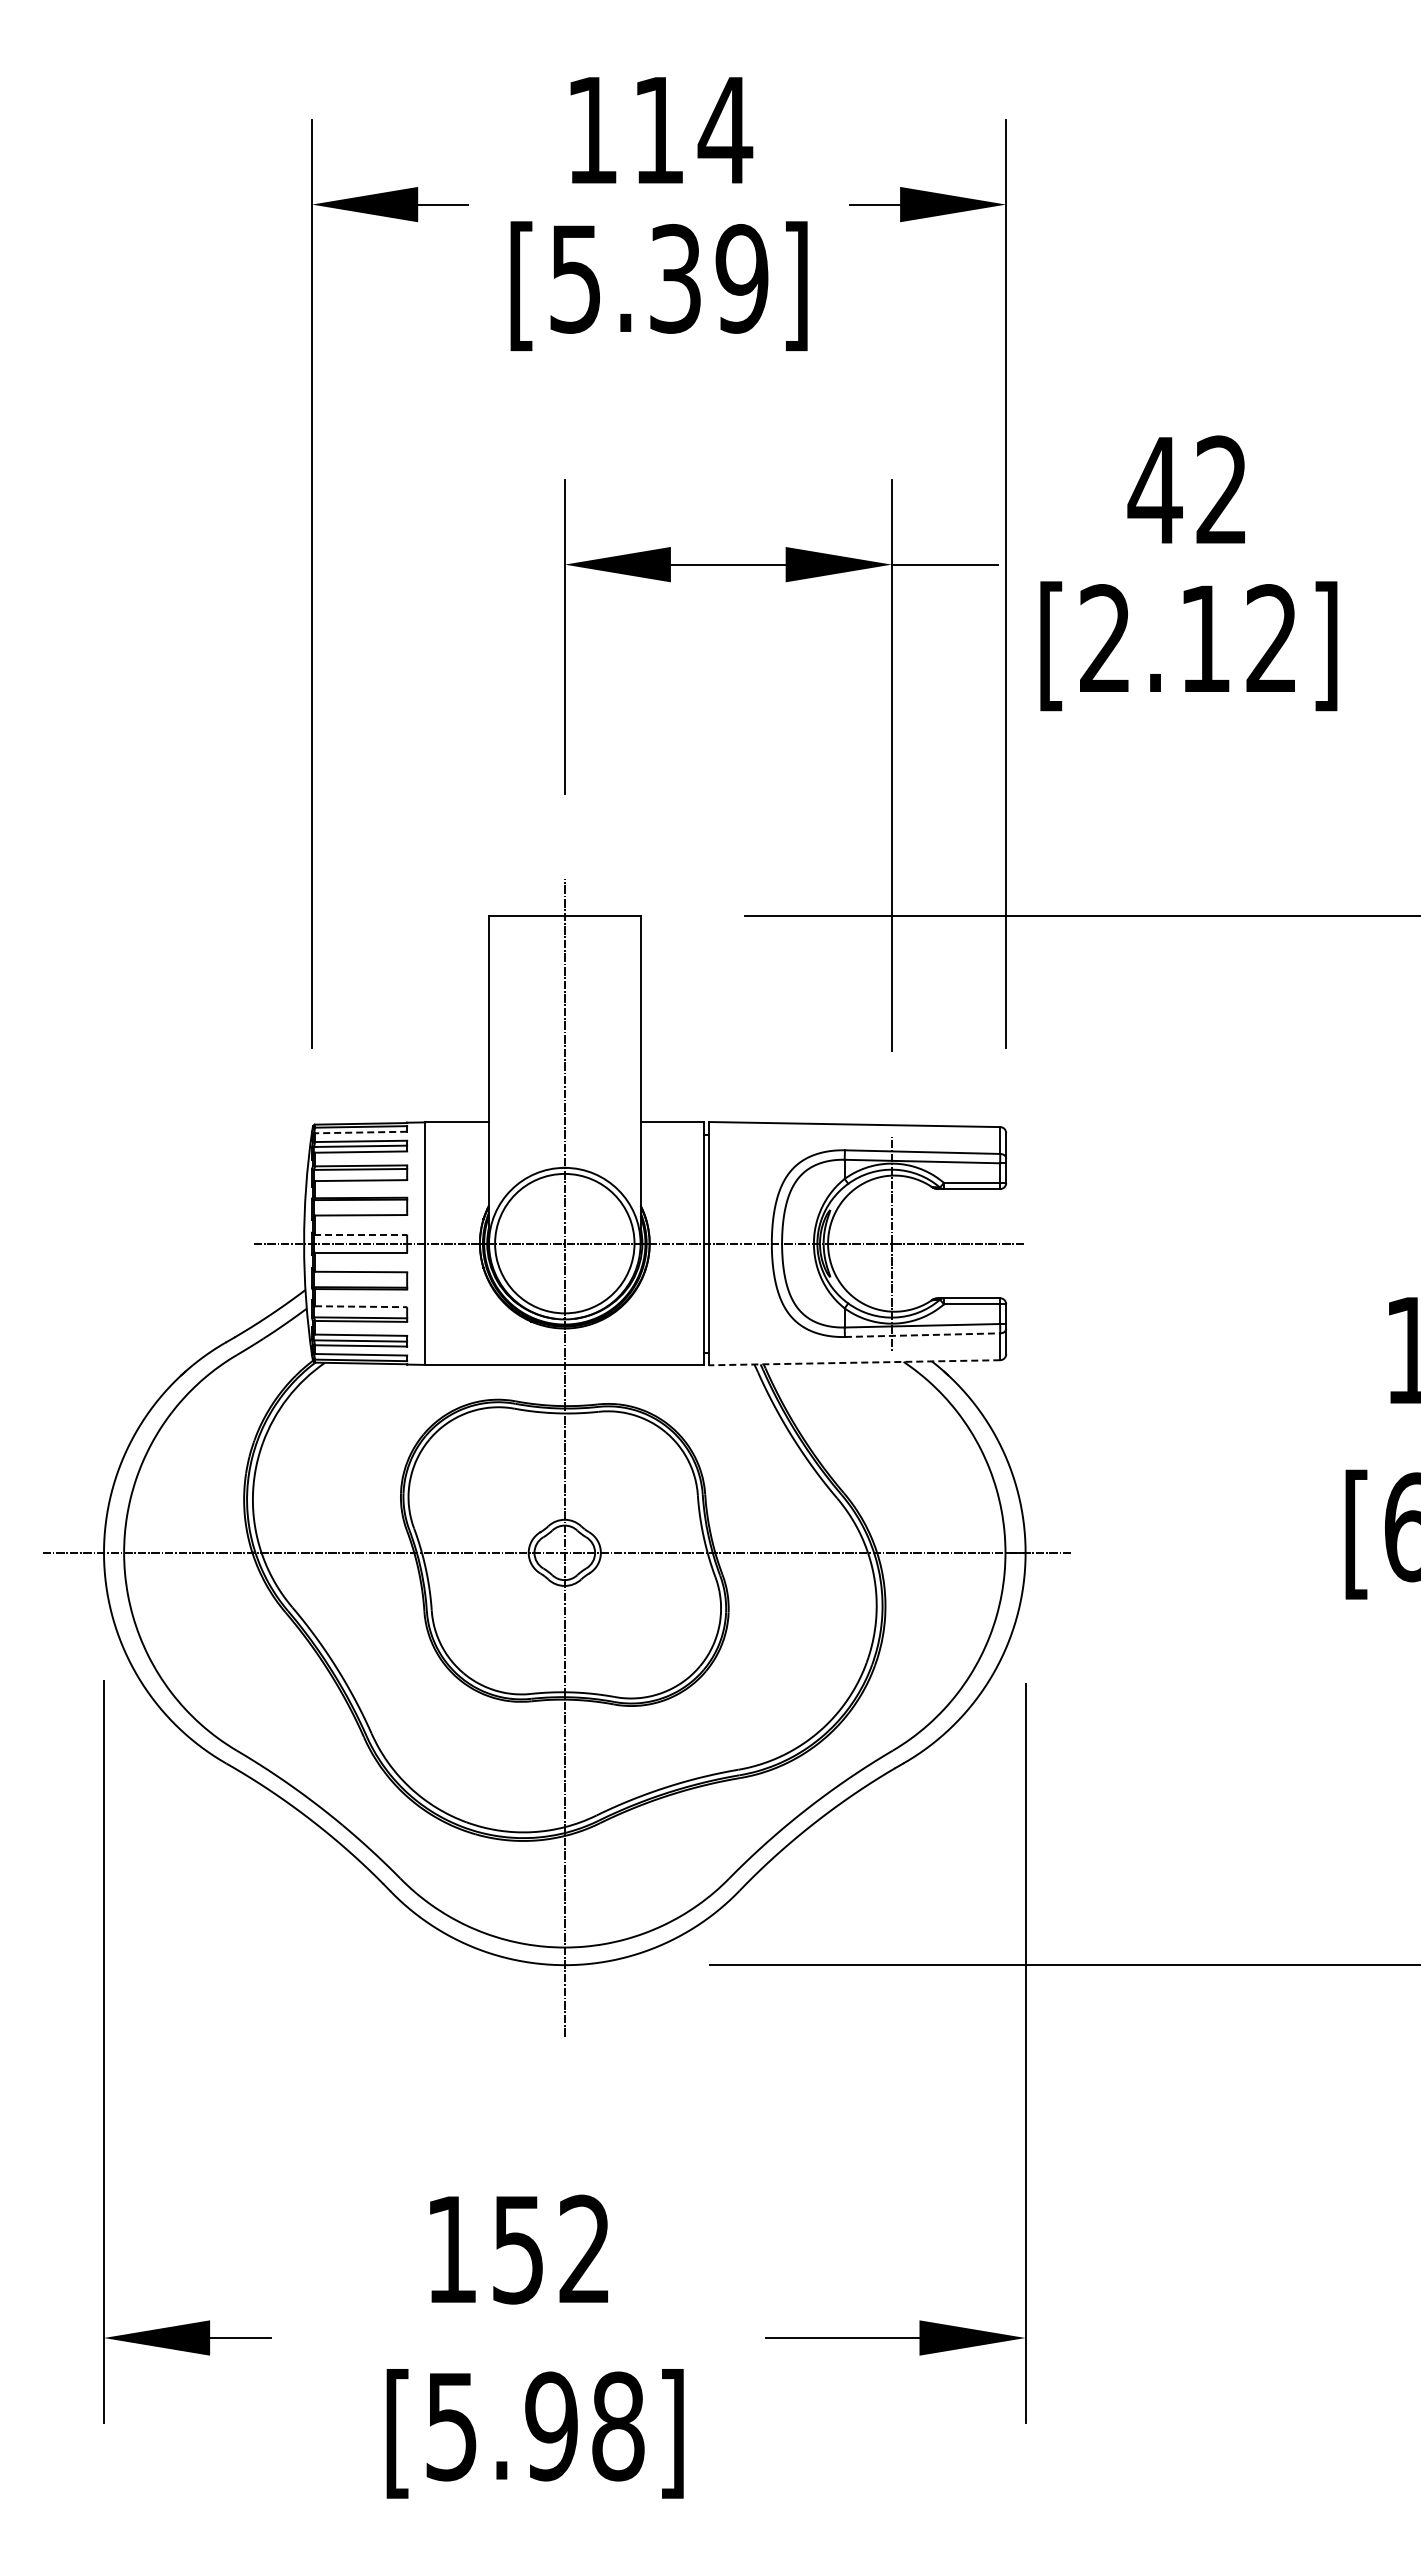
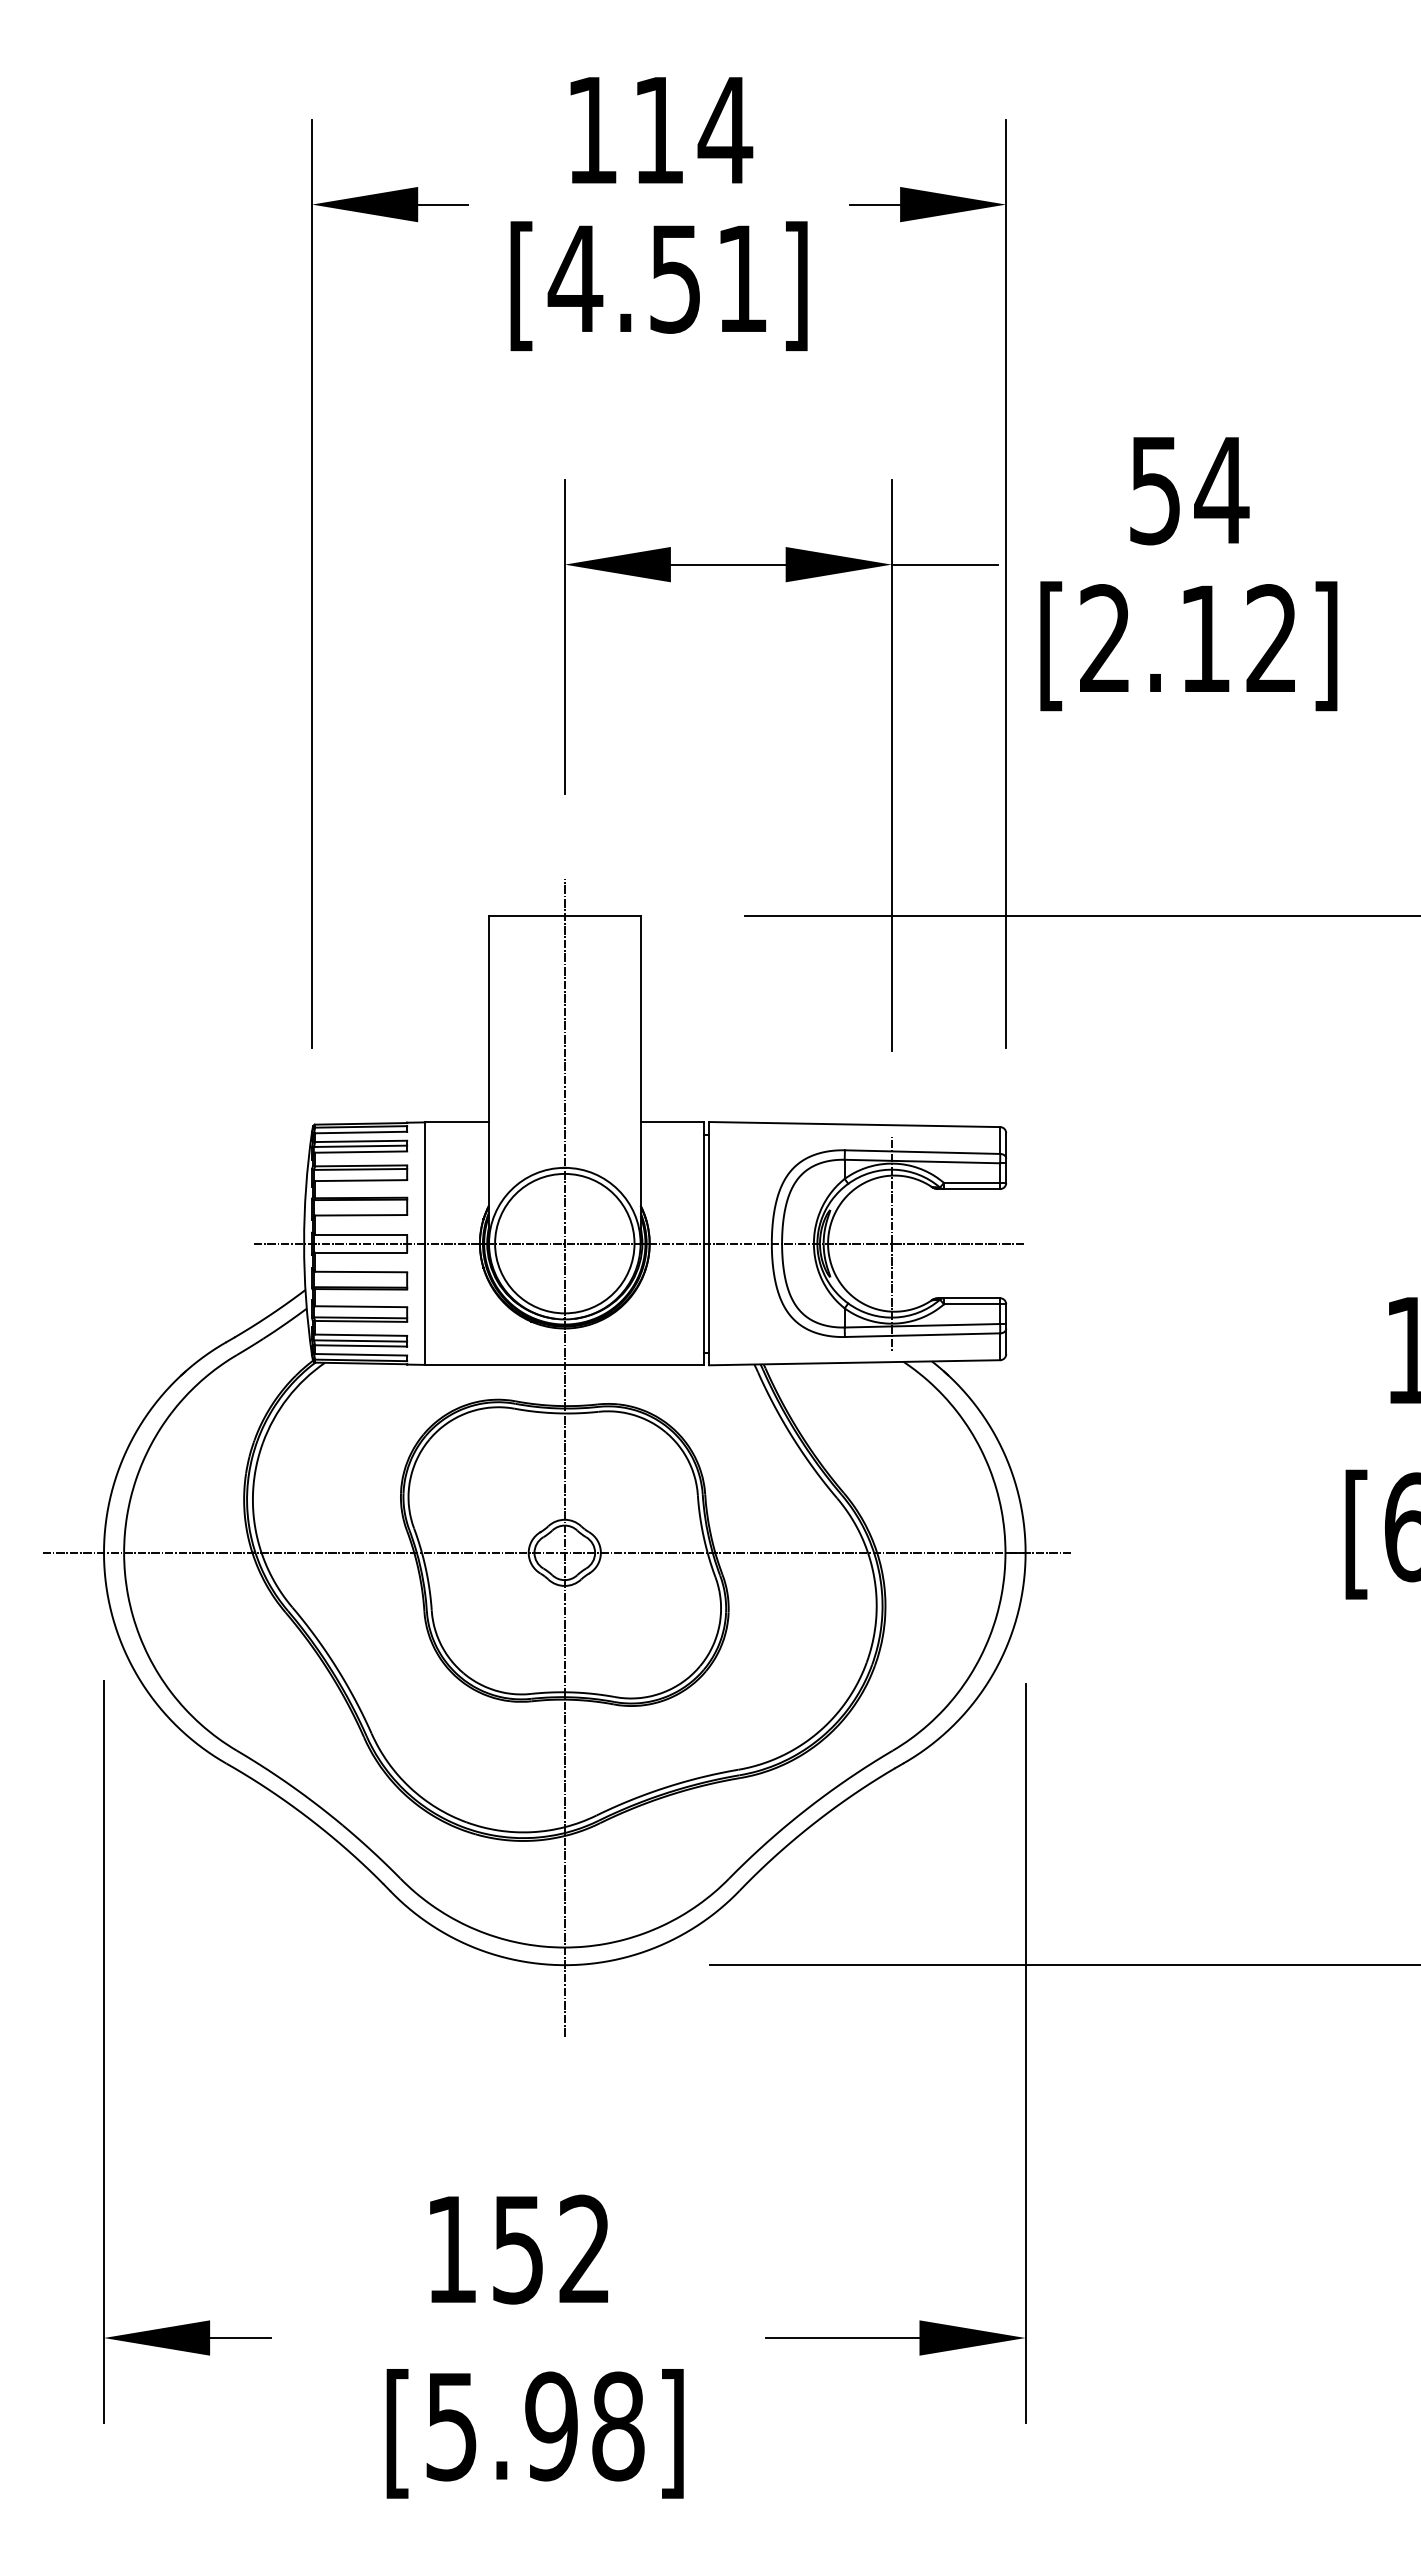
text at (657, 278): [5.39] -> [4.51]
text at (1188, 490): 42 -> 54
line at (360, 1132): dashed -> solid
line at (360, 1234): dashed -> solid
line at (361, 1306): dashed -> solid
line at (922, 1335): dashed -> solid
line at (854, 1362): dashed -> solid
